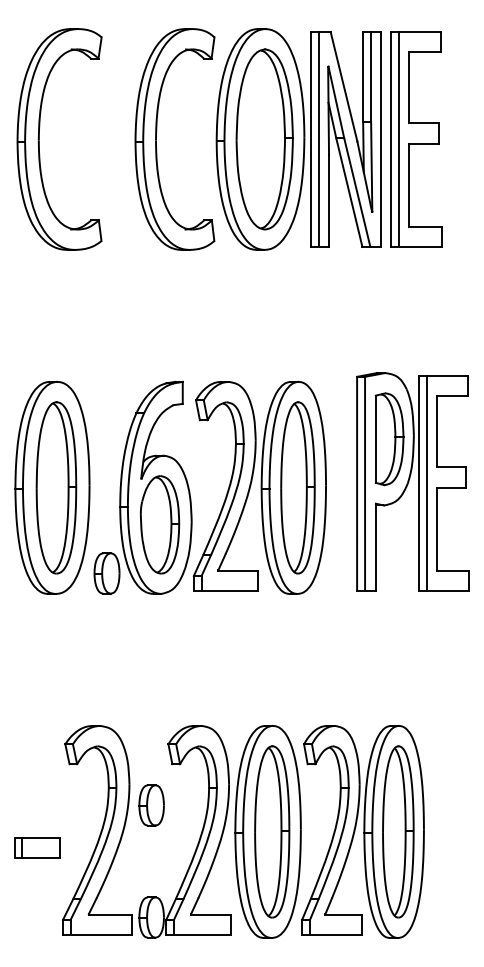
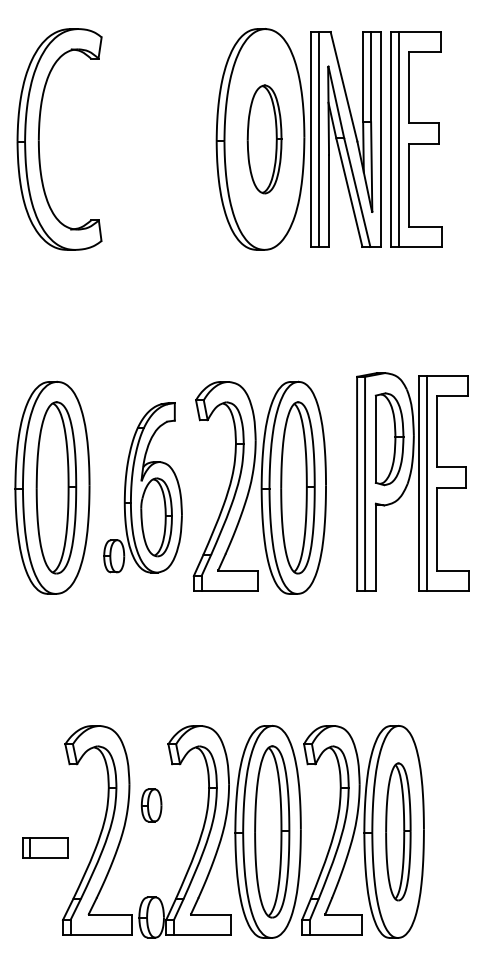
part at (156, 139): present -> none
part at (264, 139) size: 59x183 px -> 37x111 px
part at (142, 487) size: 100x215 px -> 80x172 px
part at (151, 805) size: 27x43 px -> 23x35 px
part at (398, 831) size: 33x174 px -> 27x140 px
part at (37, 847) position: (37, 847) -> (45, 847)
